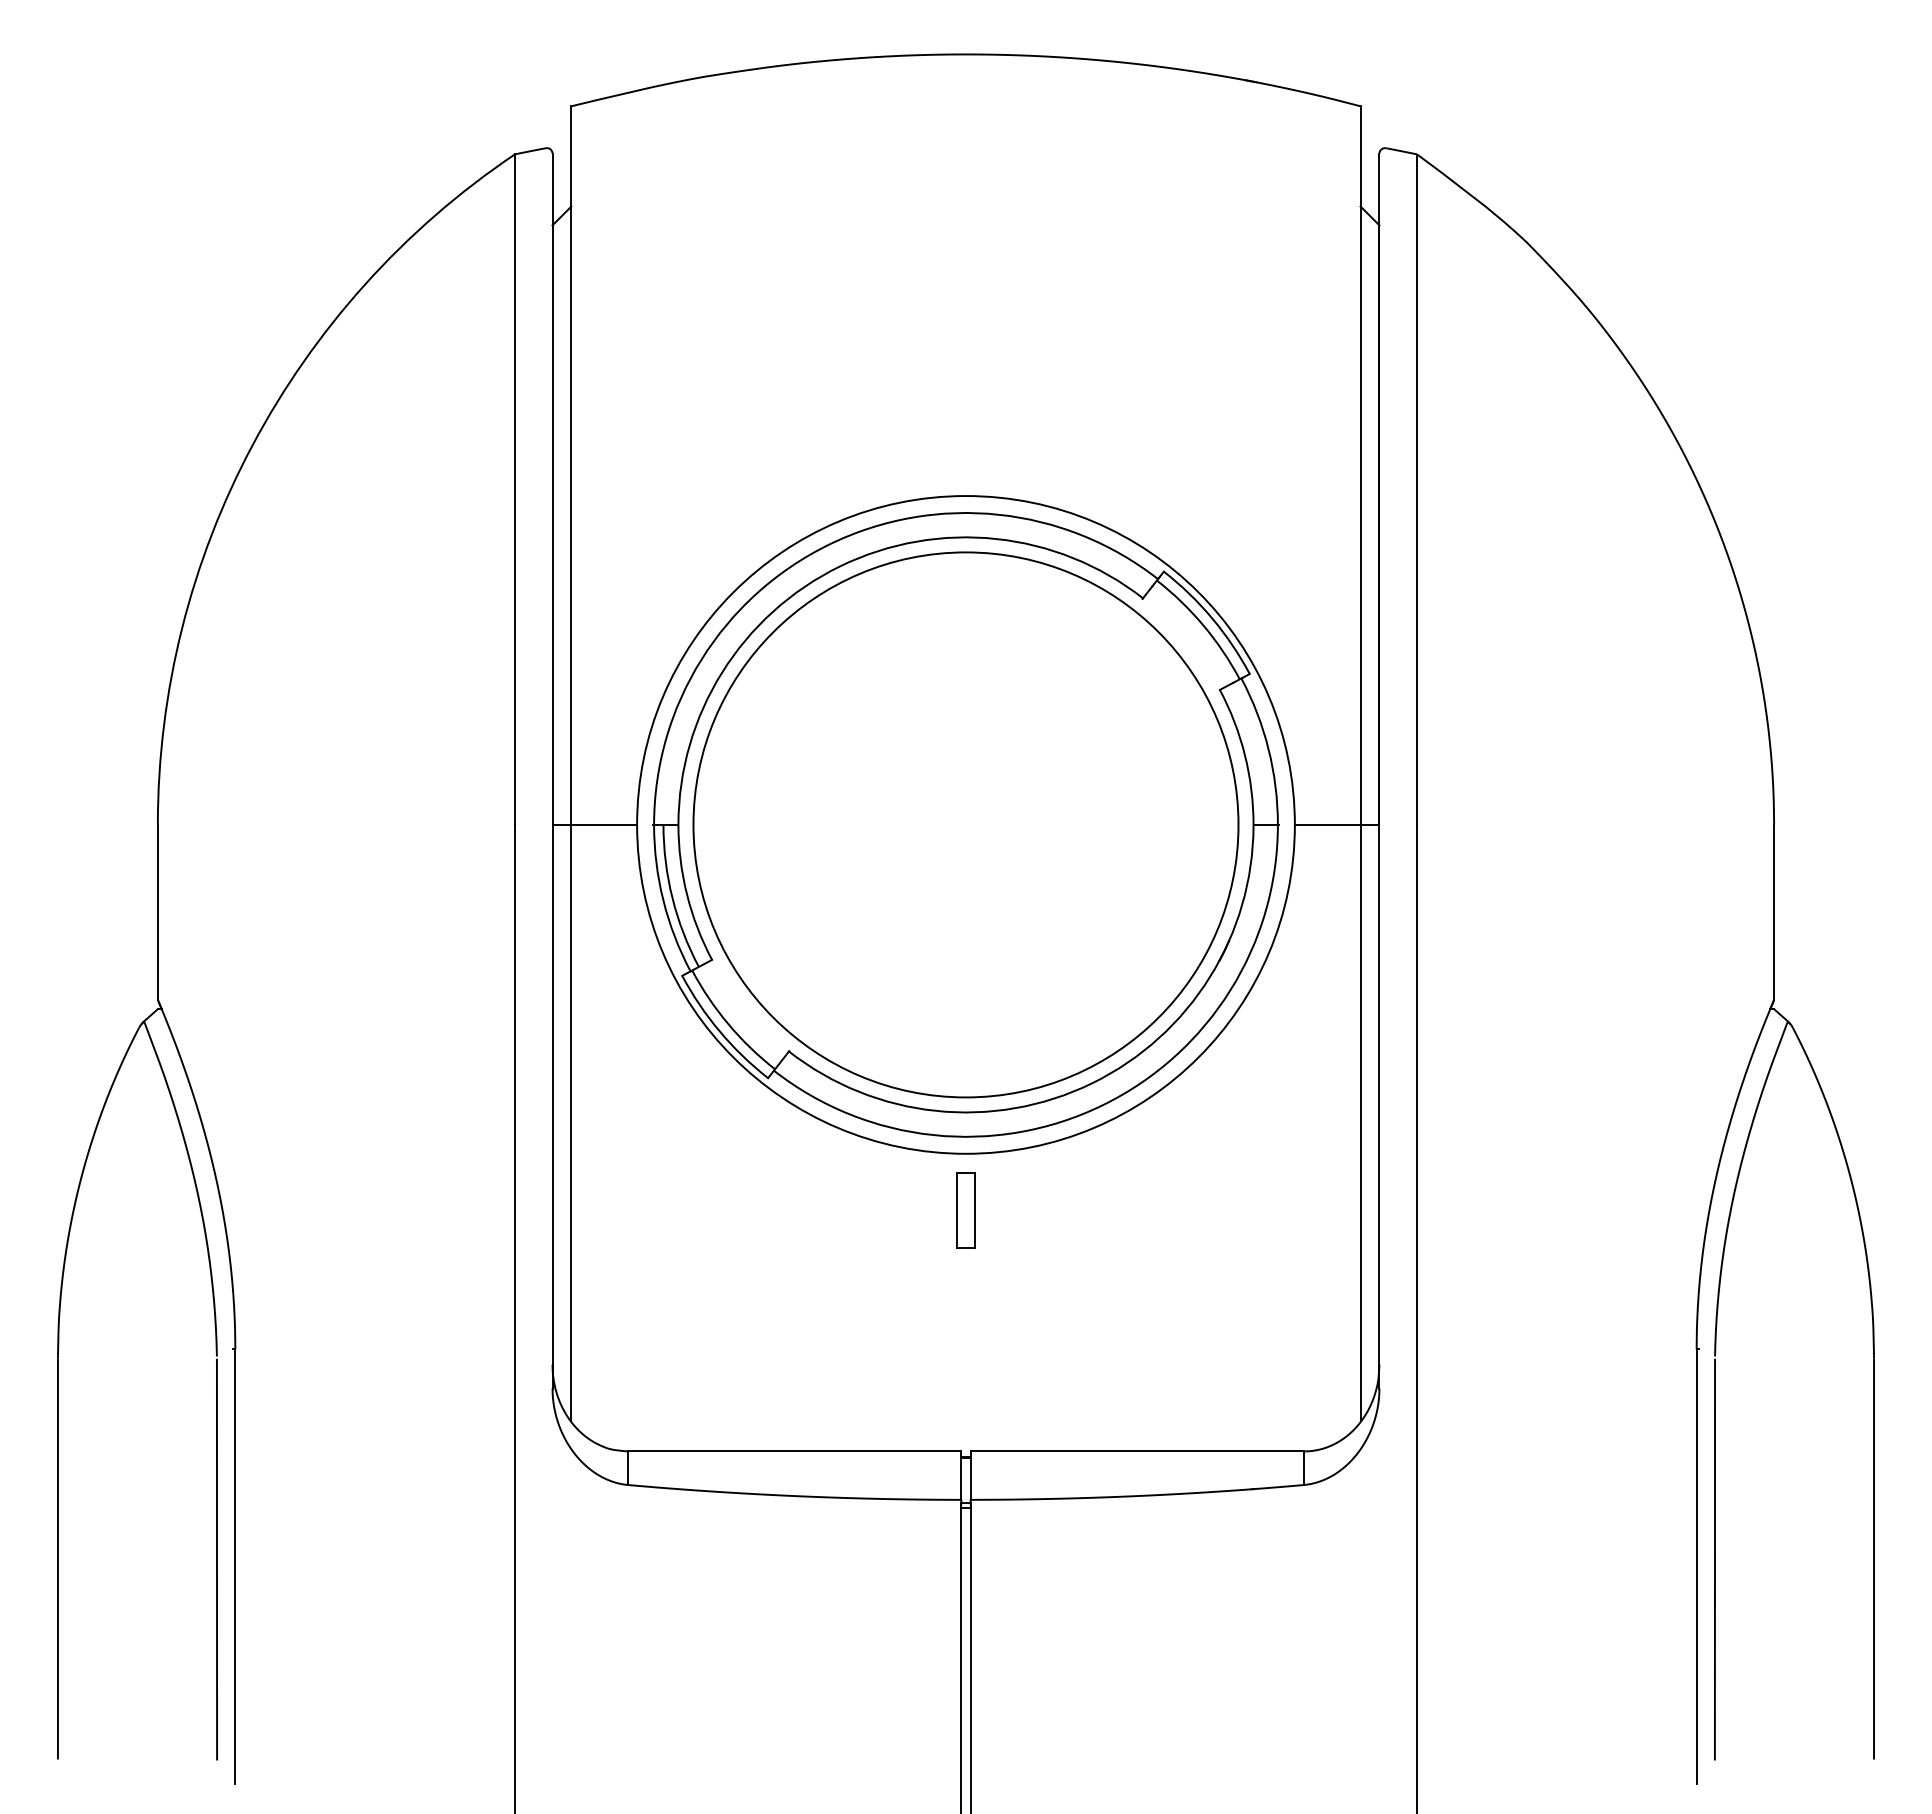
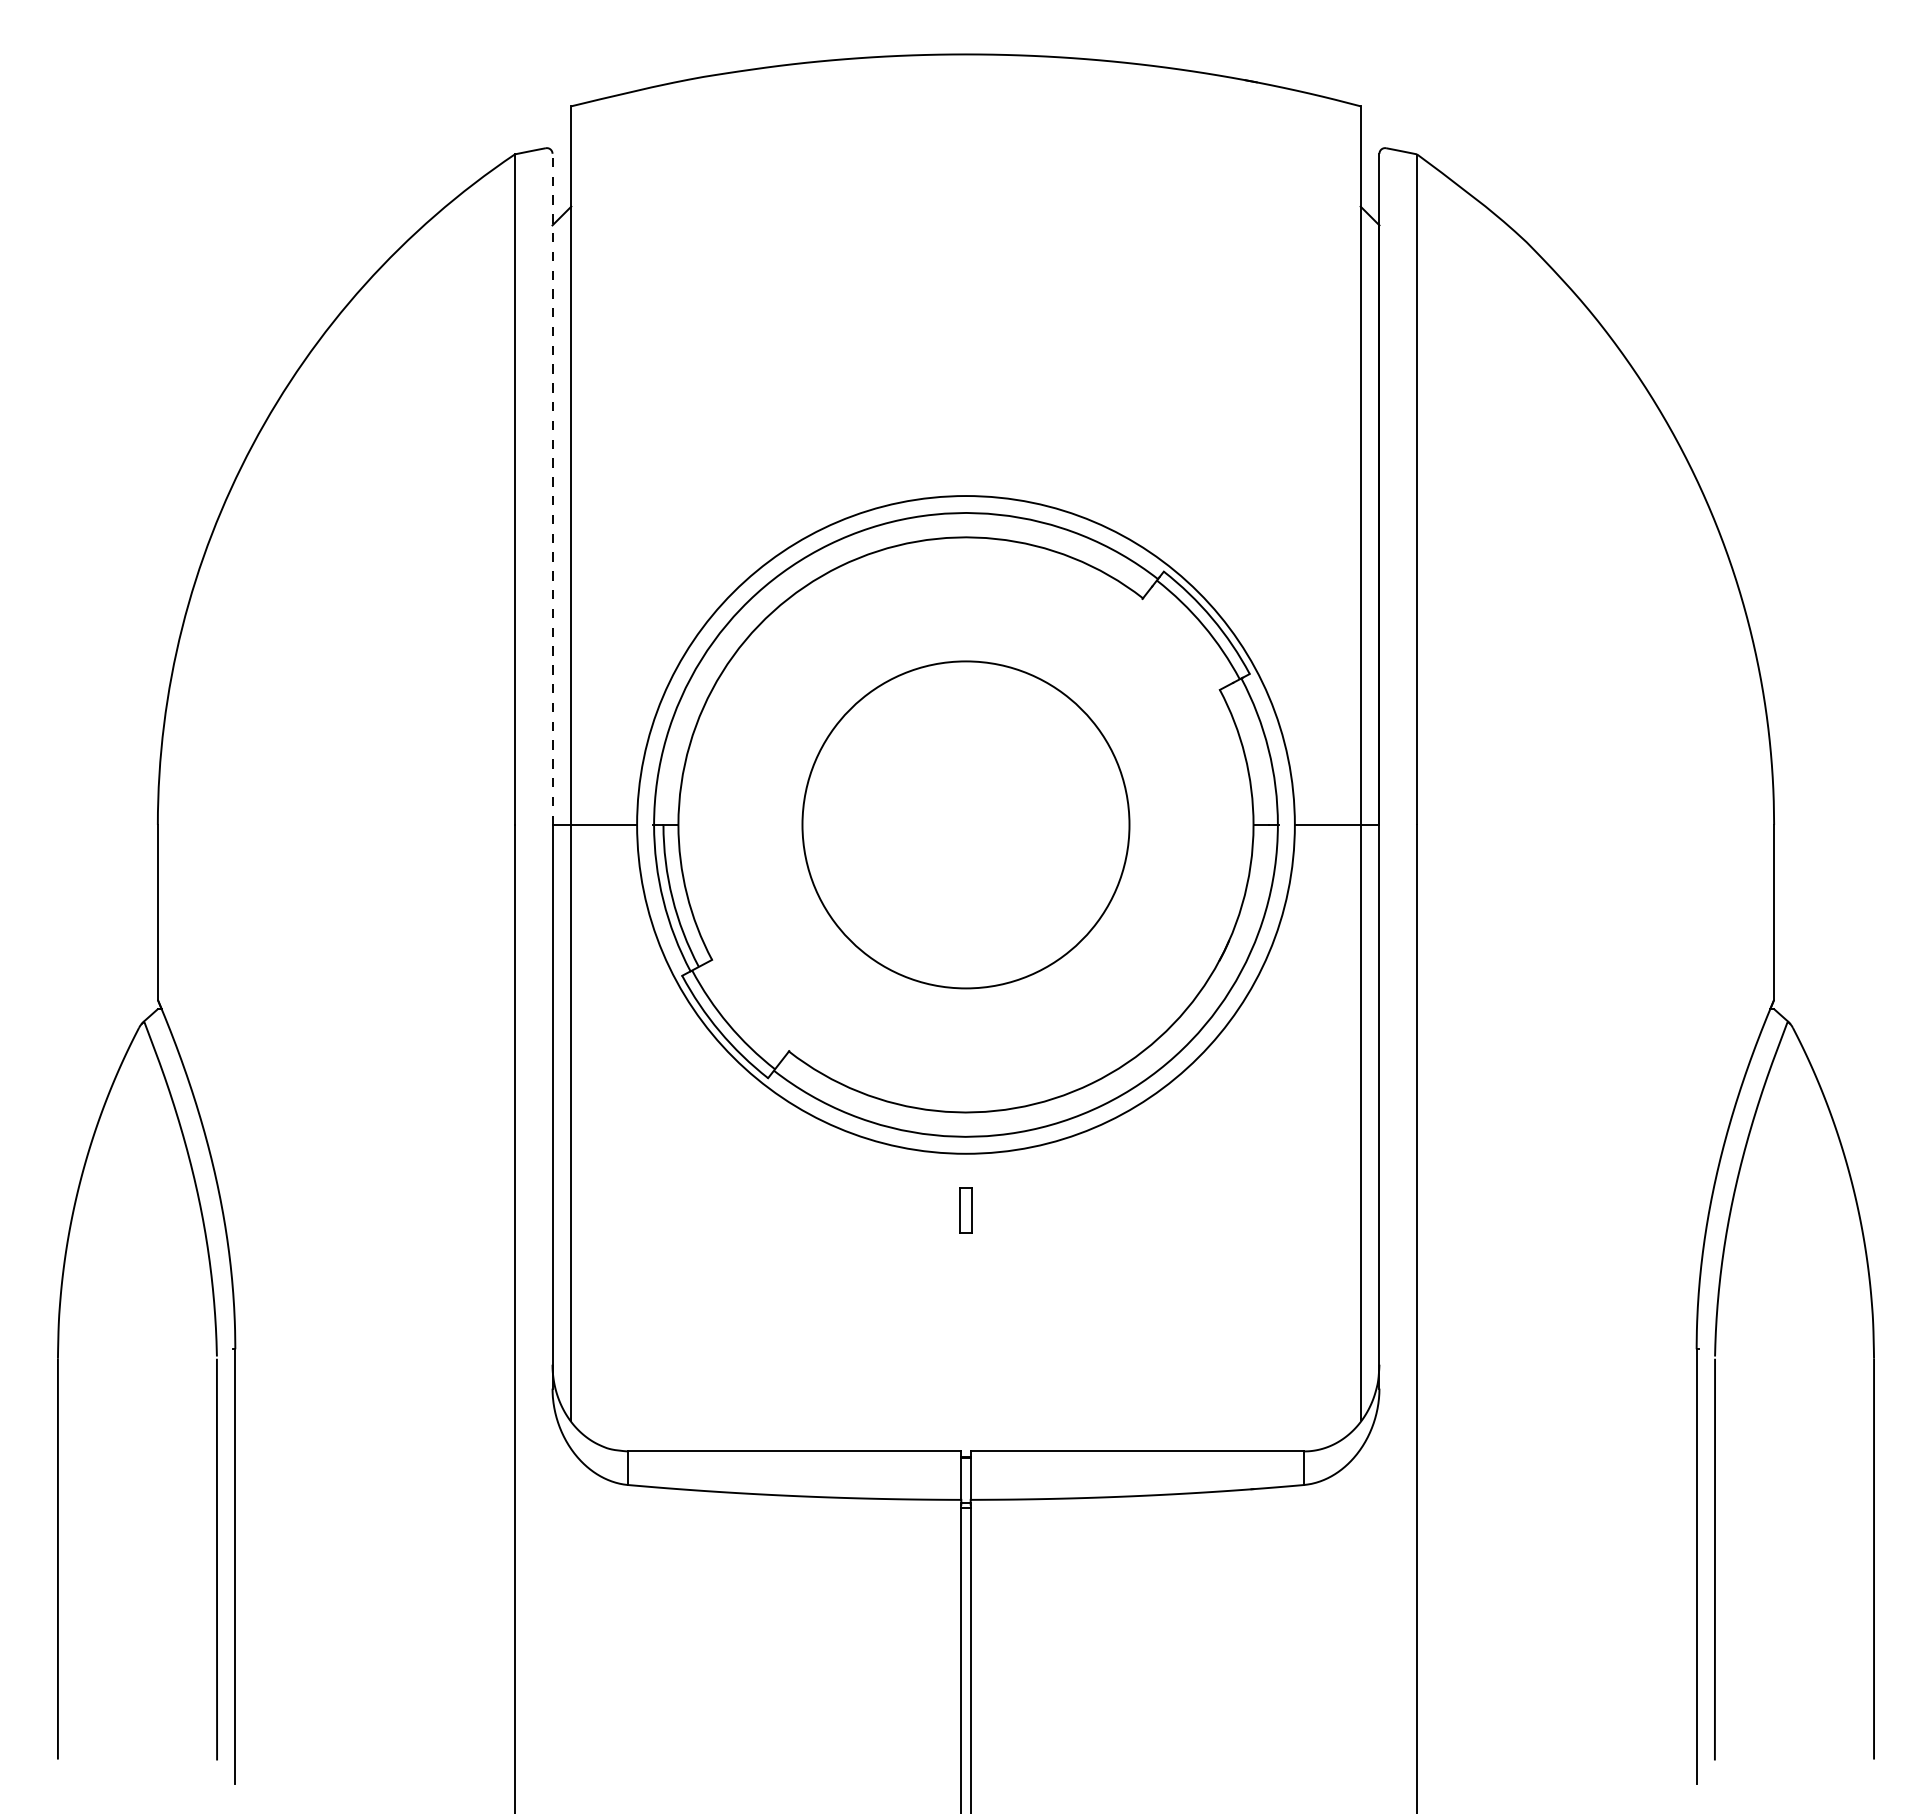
line at (552, 489): solid -> dashed
circle at (965, 824) diameter: 545 px -> 327 px
part at (965, 1210) size: 20x77 px -> 14x47 px
